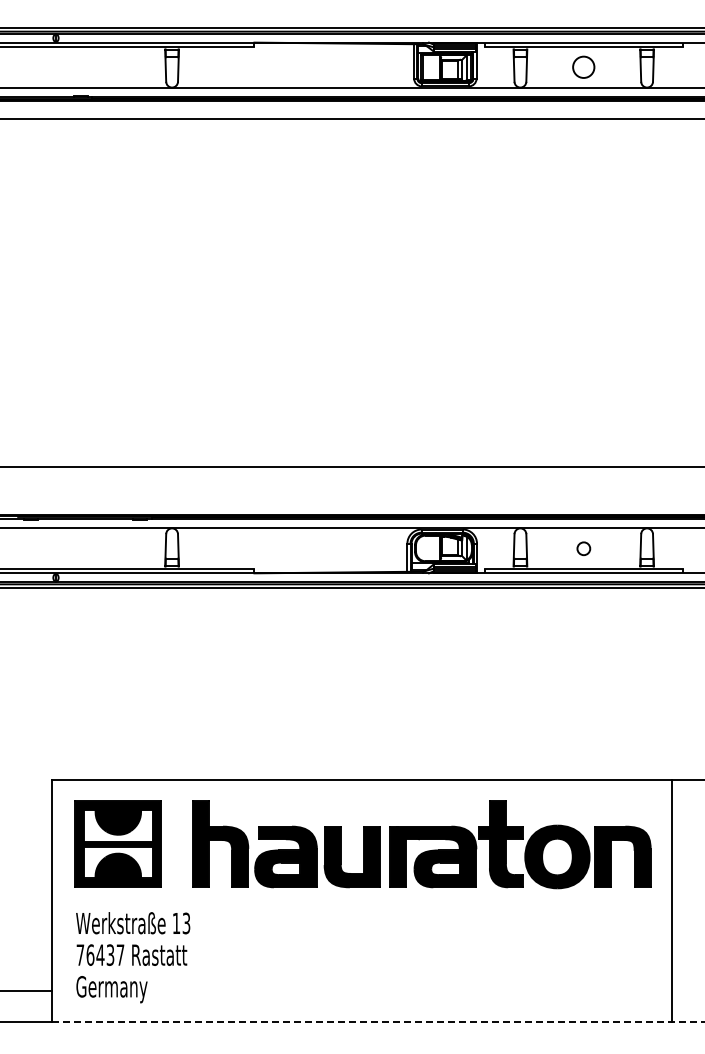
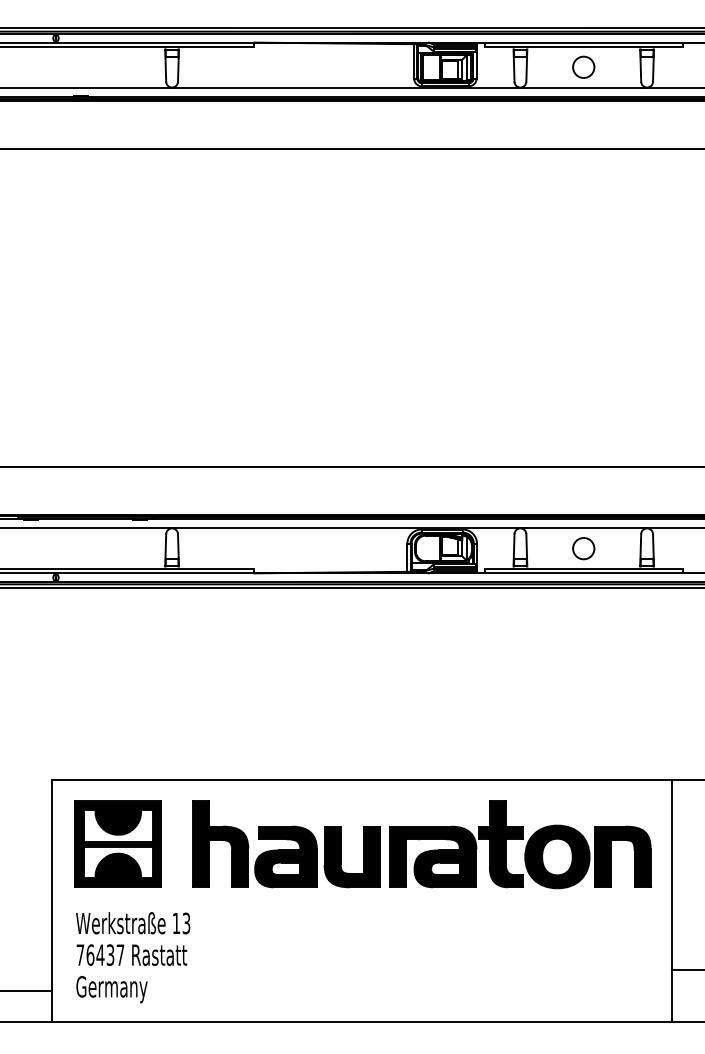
line at (351, 119) position: (351, 119) -> (351, 149)
circle at (583, 548) size: 16x16 px -> 24x24 px
line at (686, 969): none -> present
line at (378, 1022): dashed -> solid
